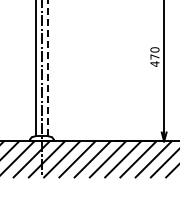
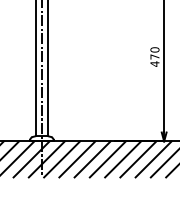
line at (47, 68): dashed -> solid
